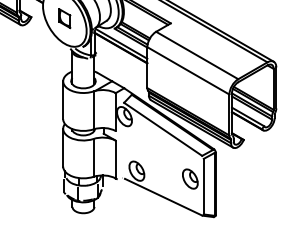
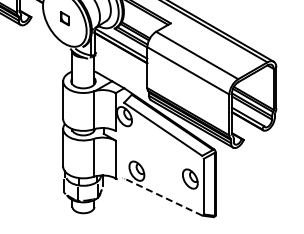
part at (64, 18) size: 14x22 px -> 10x16 px
line at (163, 197): solid -> dashed
